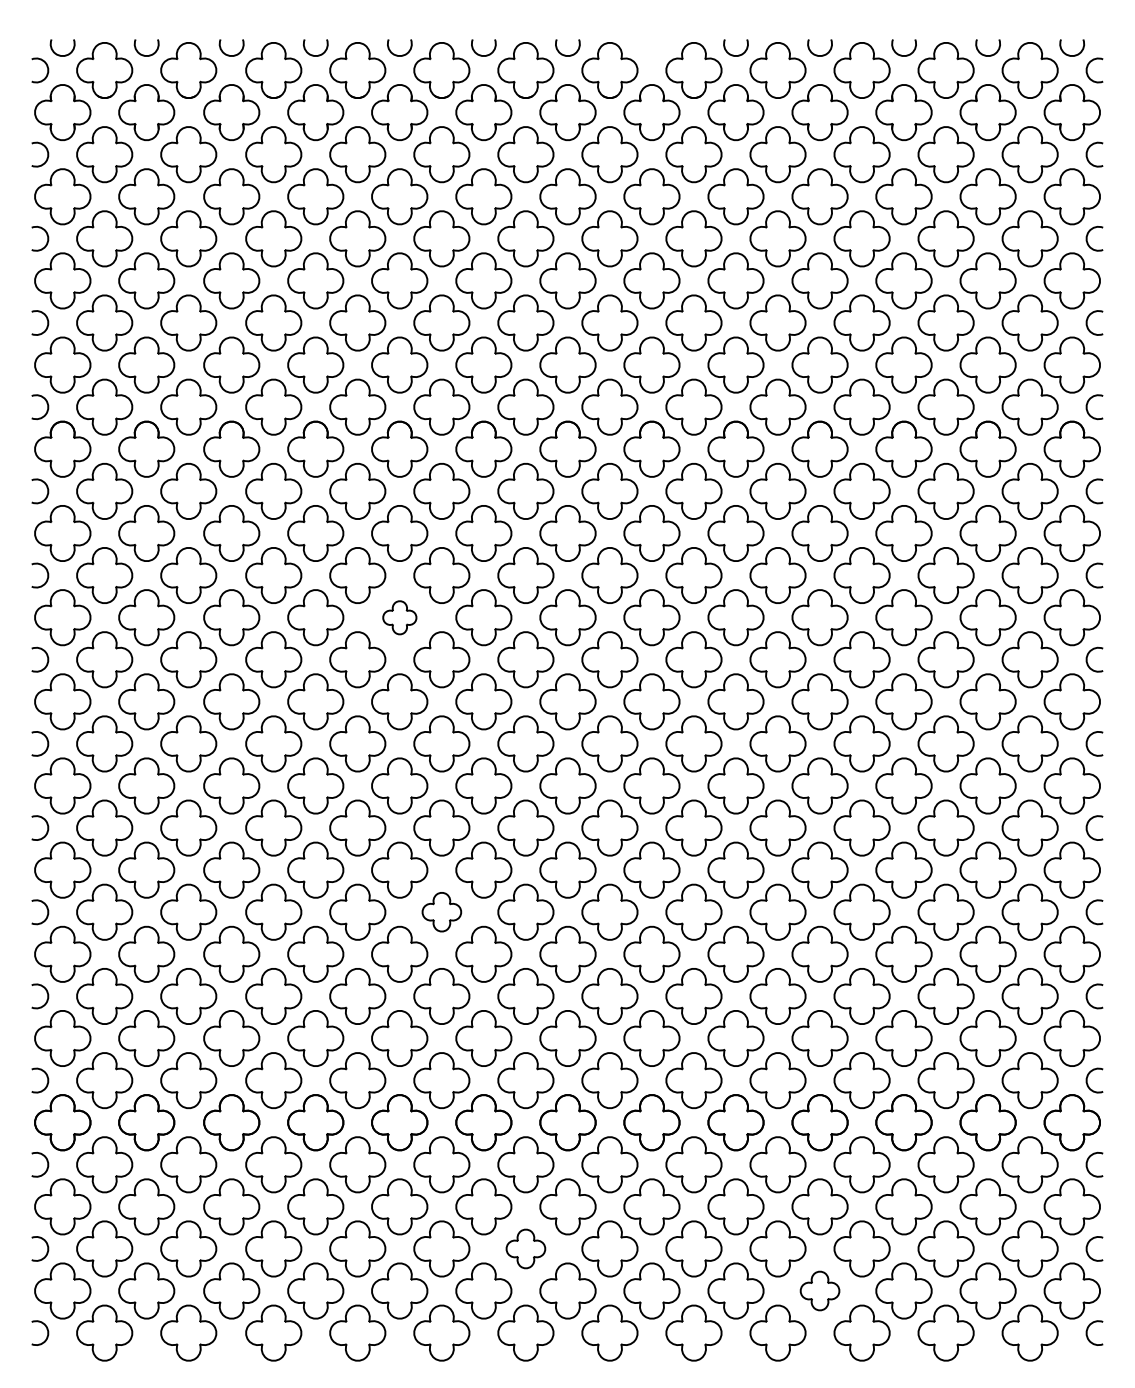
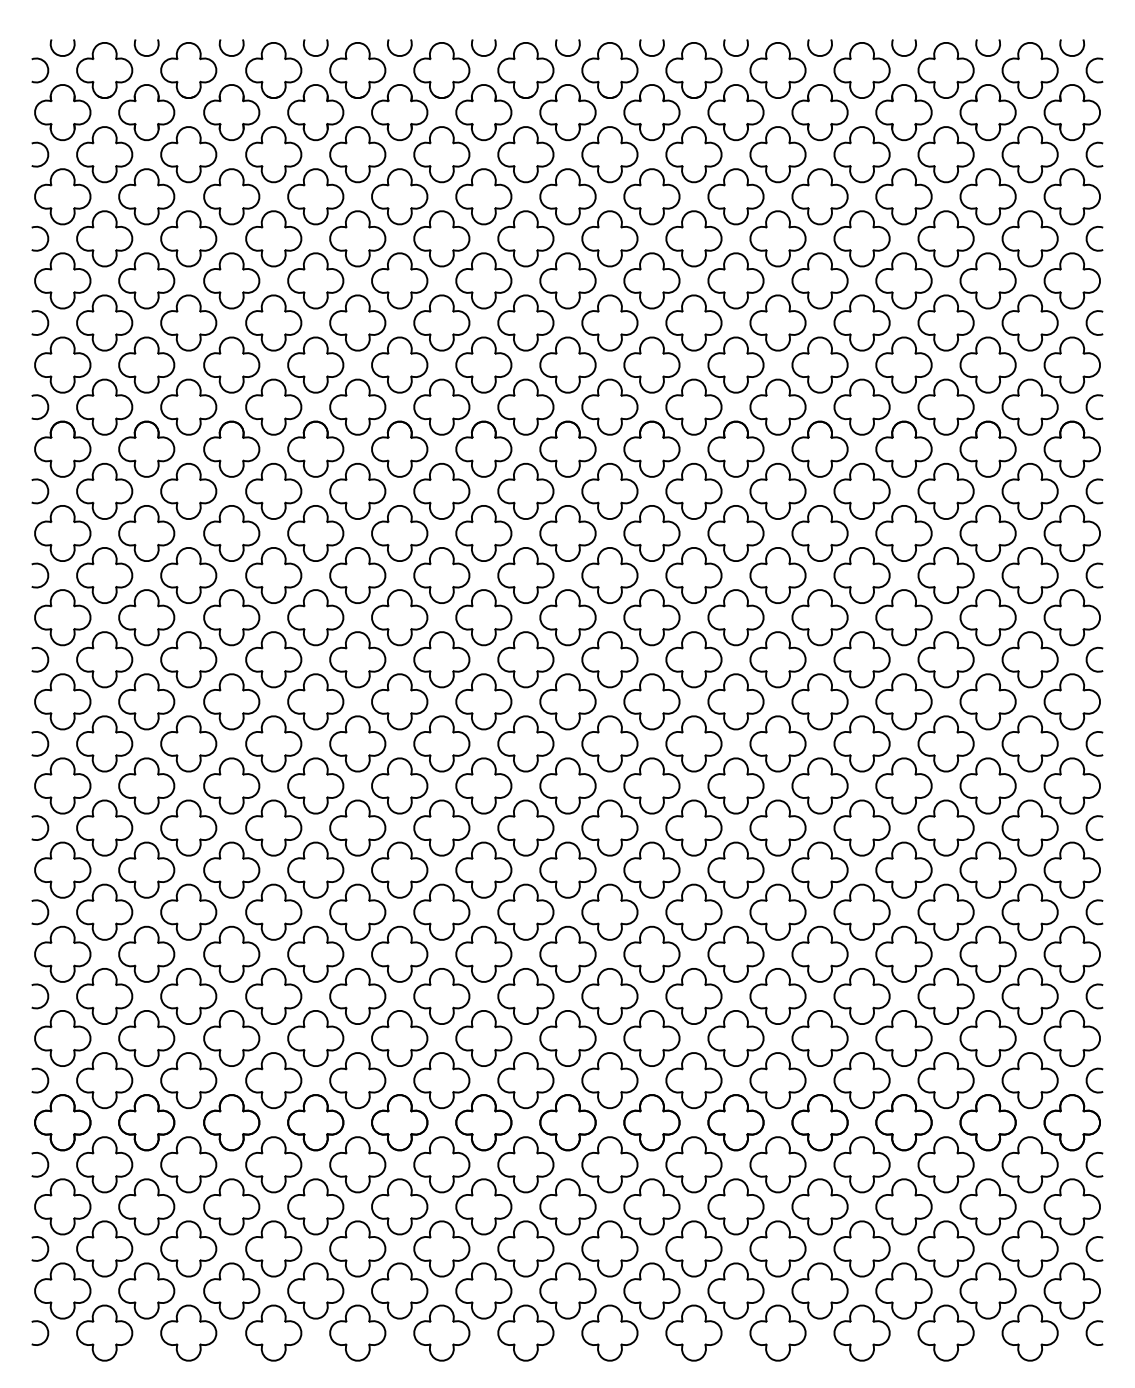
arc at (649, 54): none -> present
part at (399, 617) size: 36x36 px -> 58x58 px
part at (441, 912) size: 42x41 px -> 58x58 px
part at (525, 1248) size: 42x42 px -> 58x58 px
part at (819, 1290) size: 42x42 px -> 58x58 px
